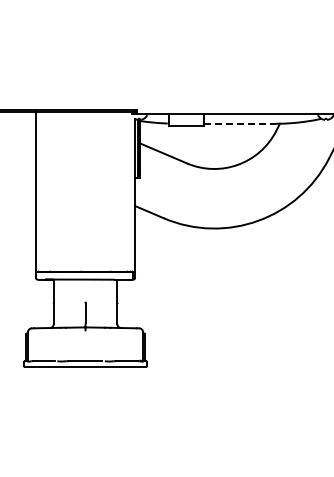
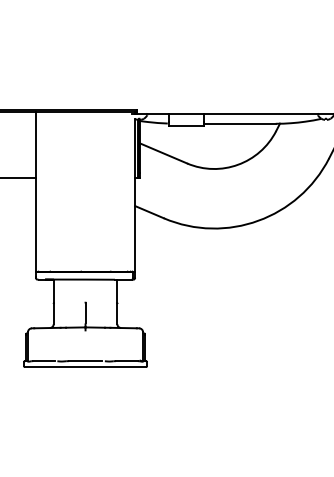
line at (240, 123): dashed -> solid
line at (18, 177): none -> present
